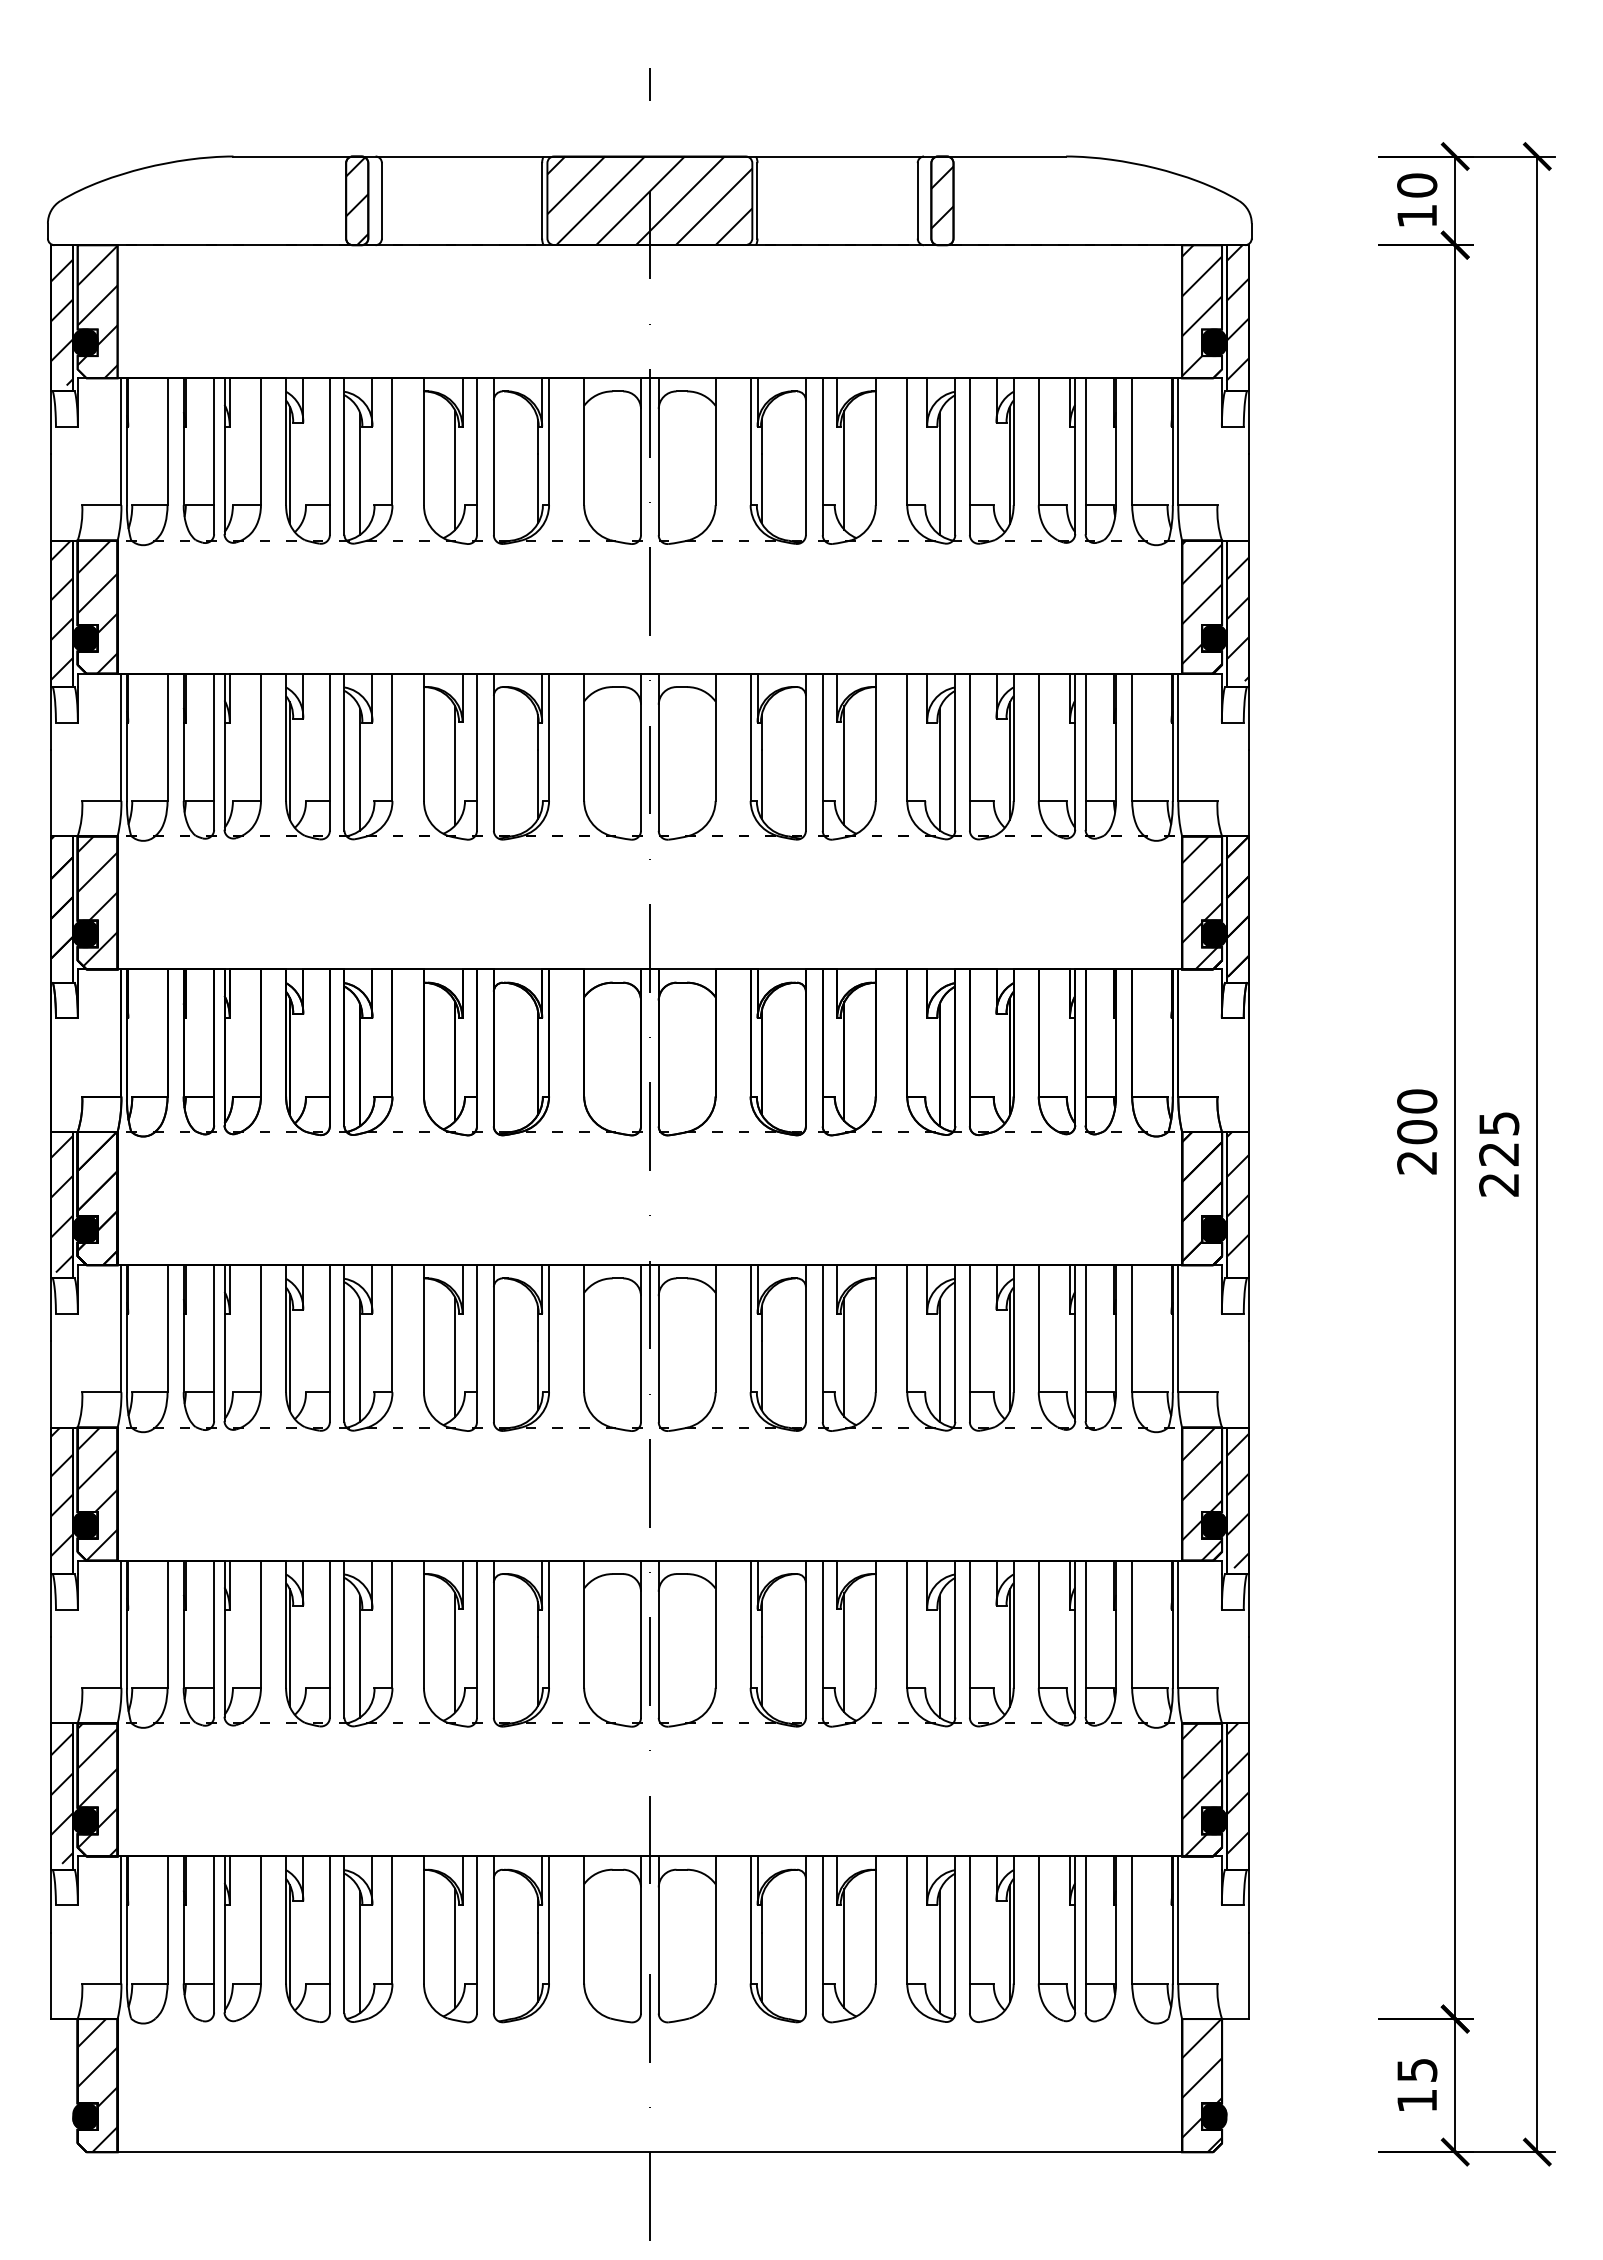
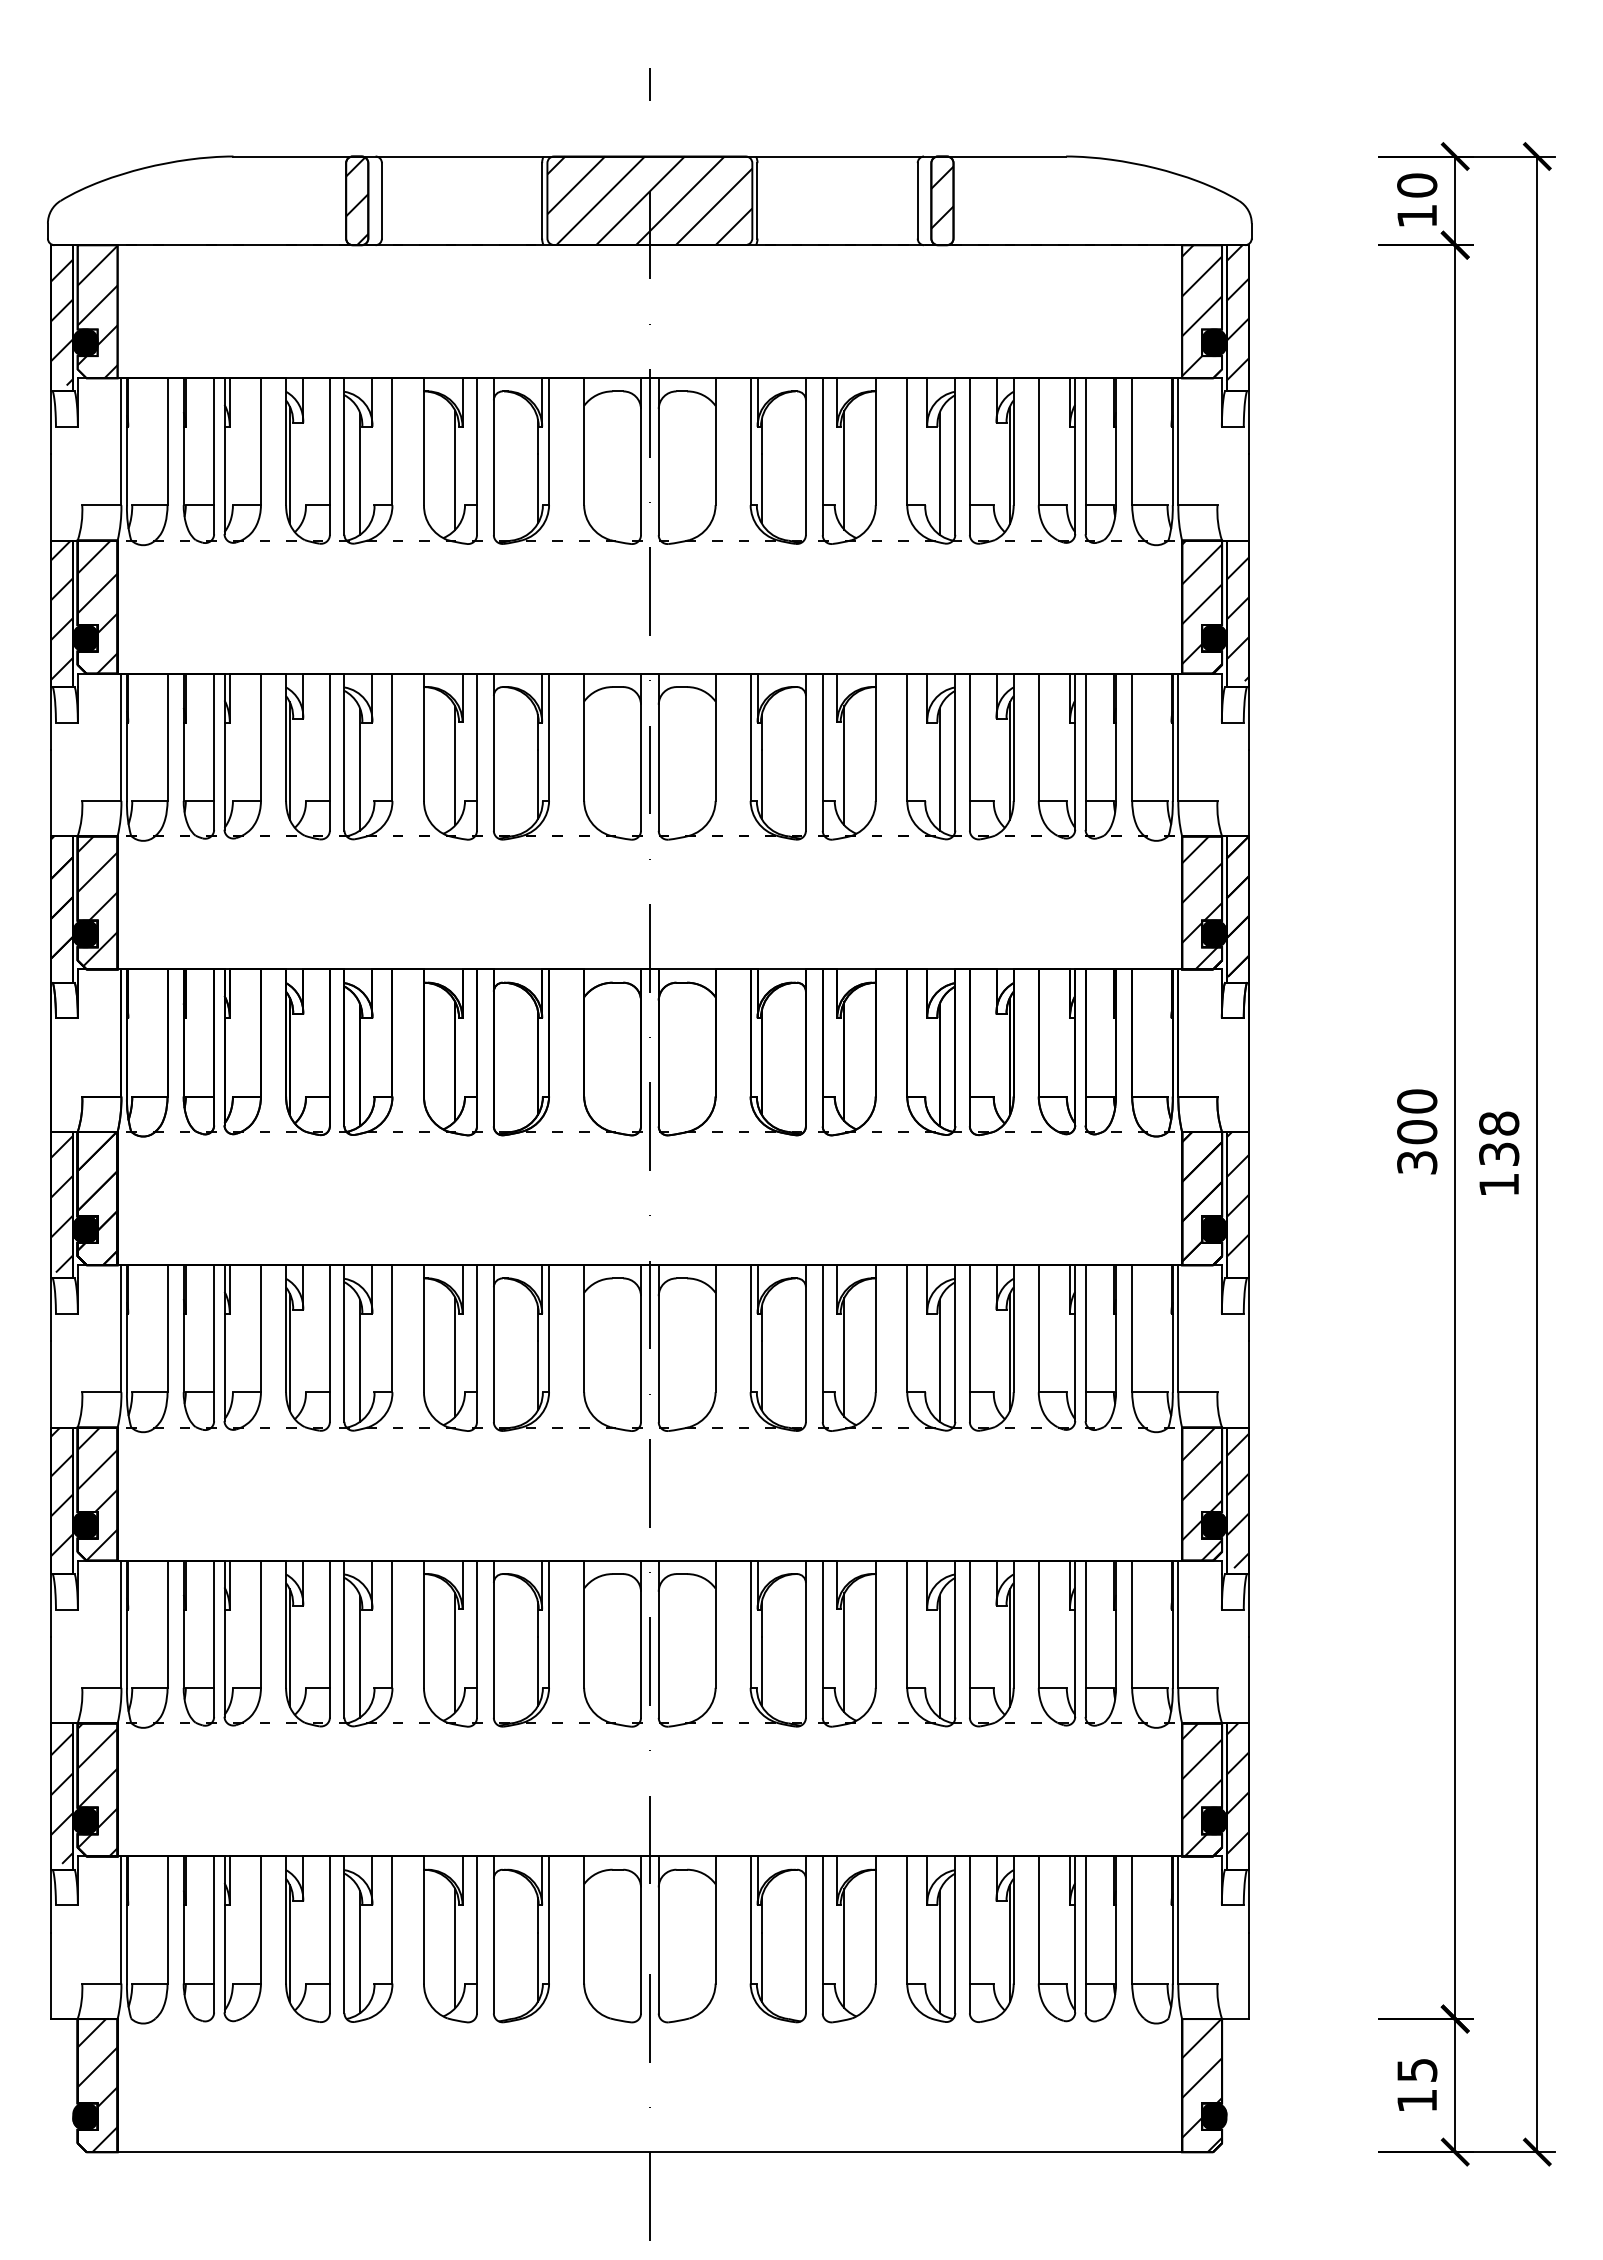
text at (1499, 1153): 225 -> 138
text at (1417, 1162): 200 -> 300
